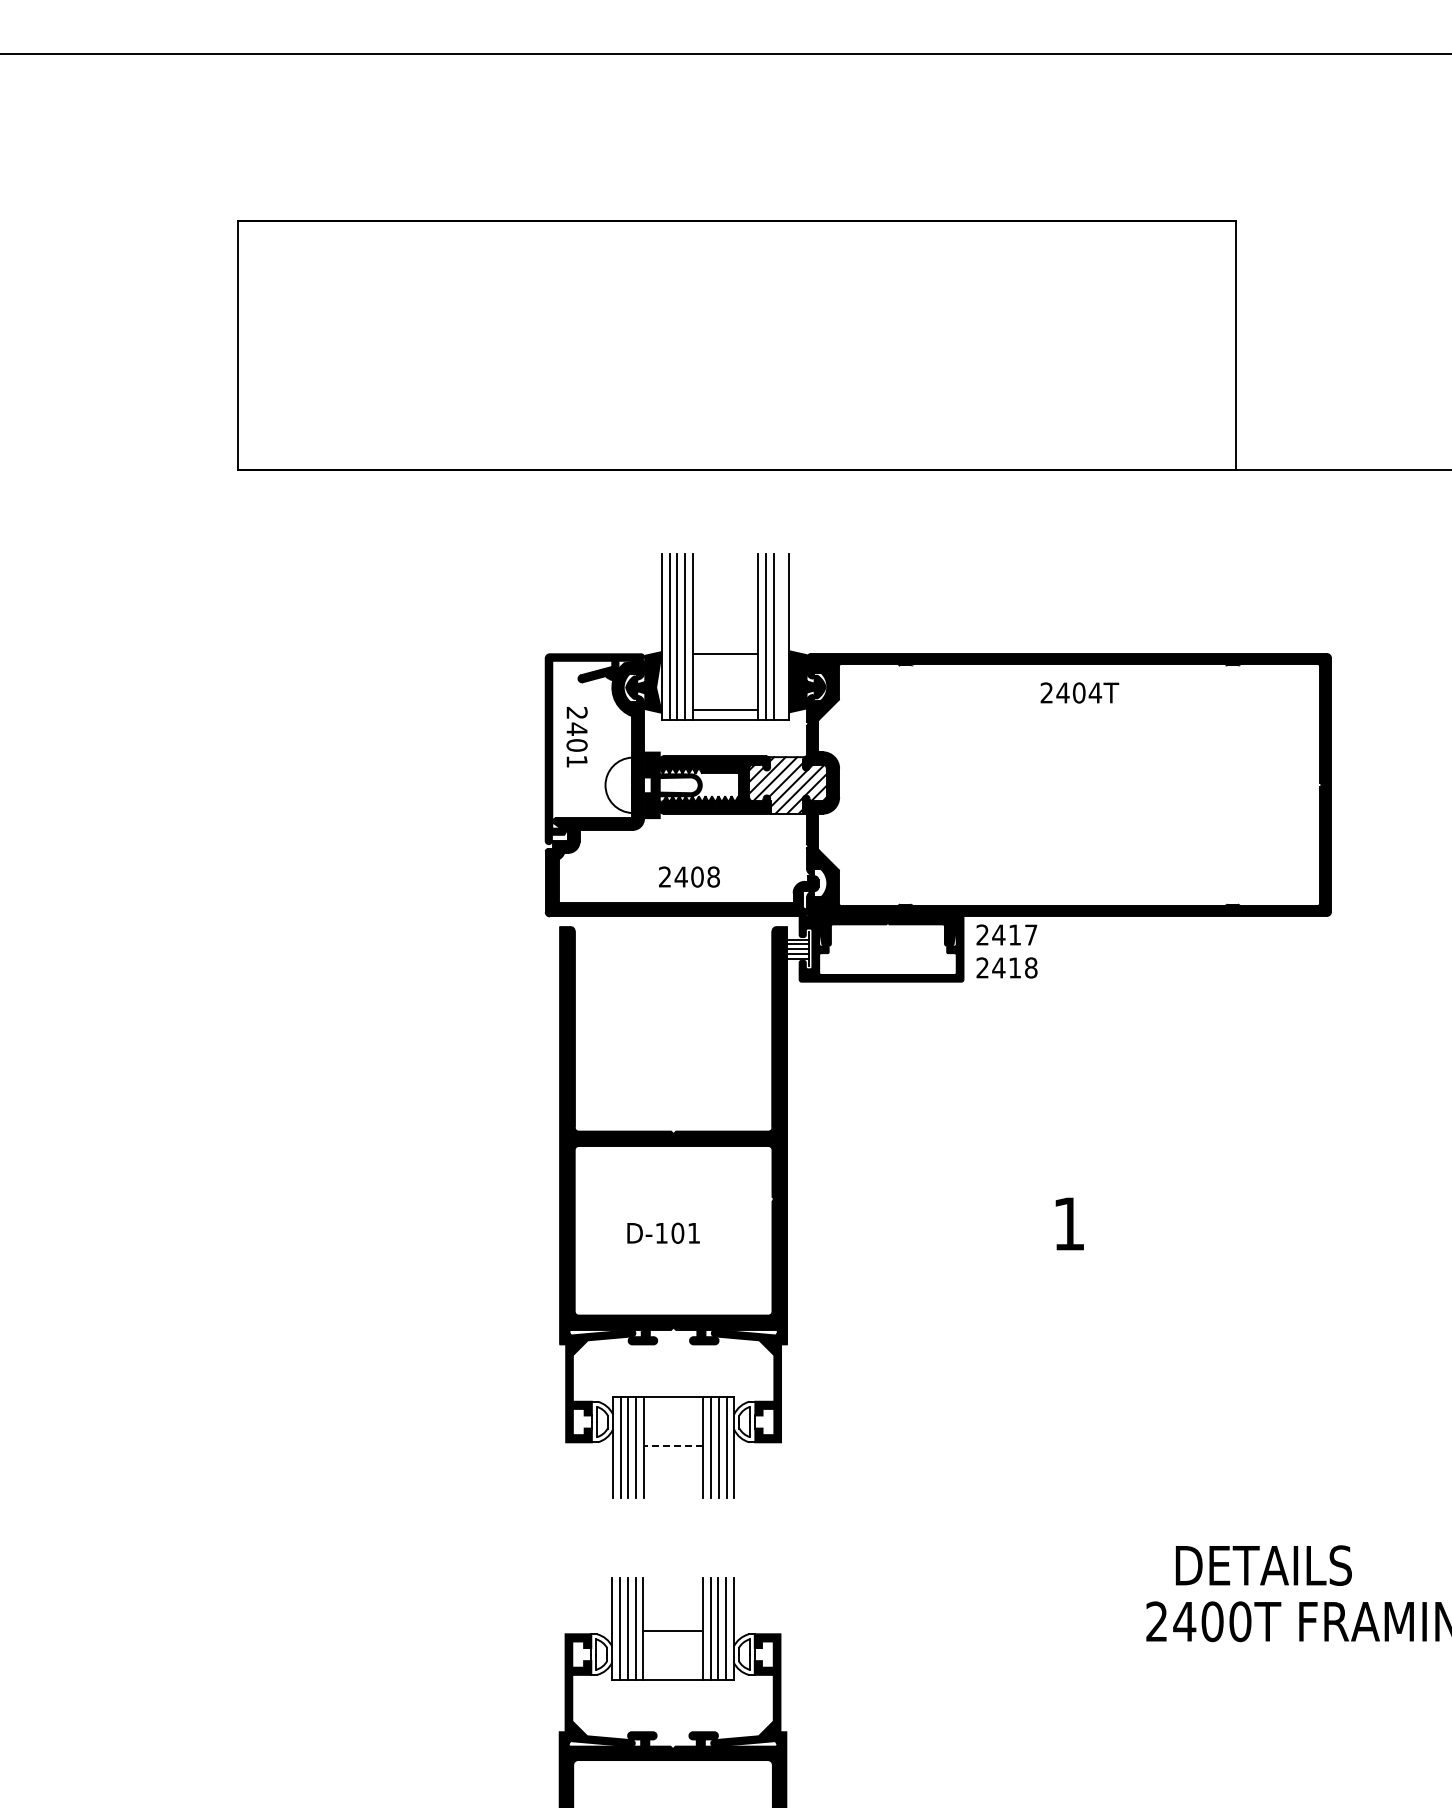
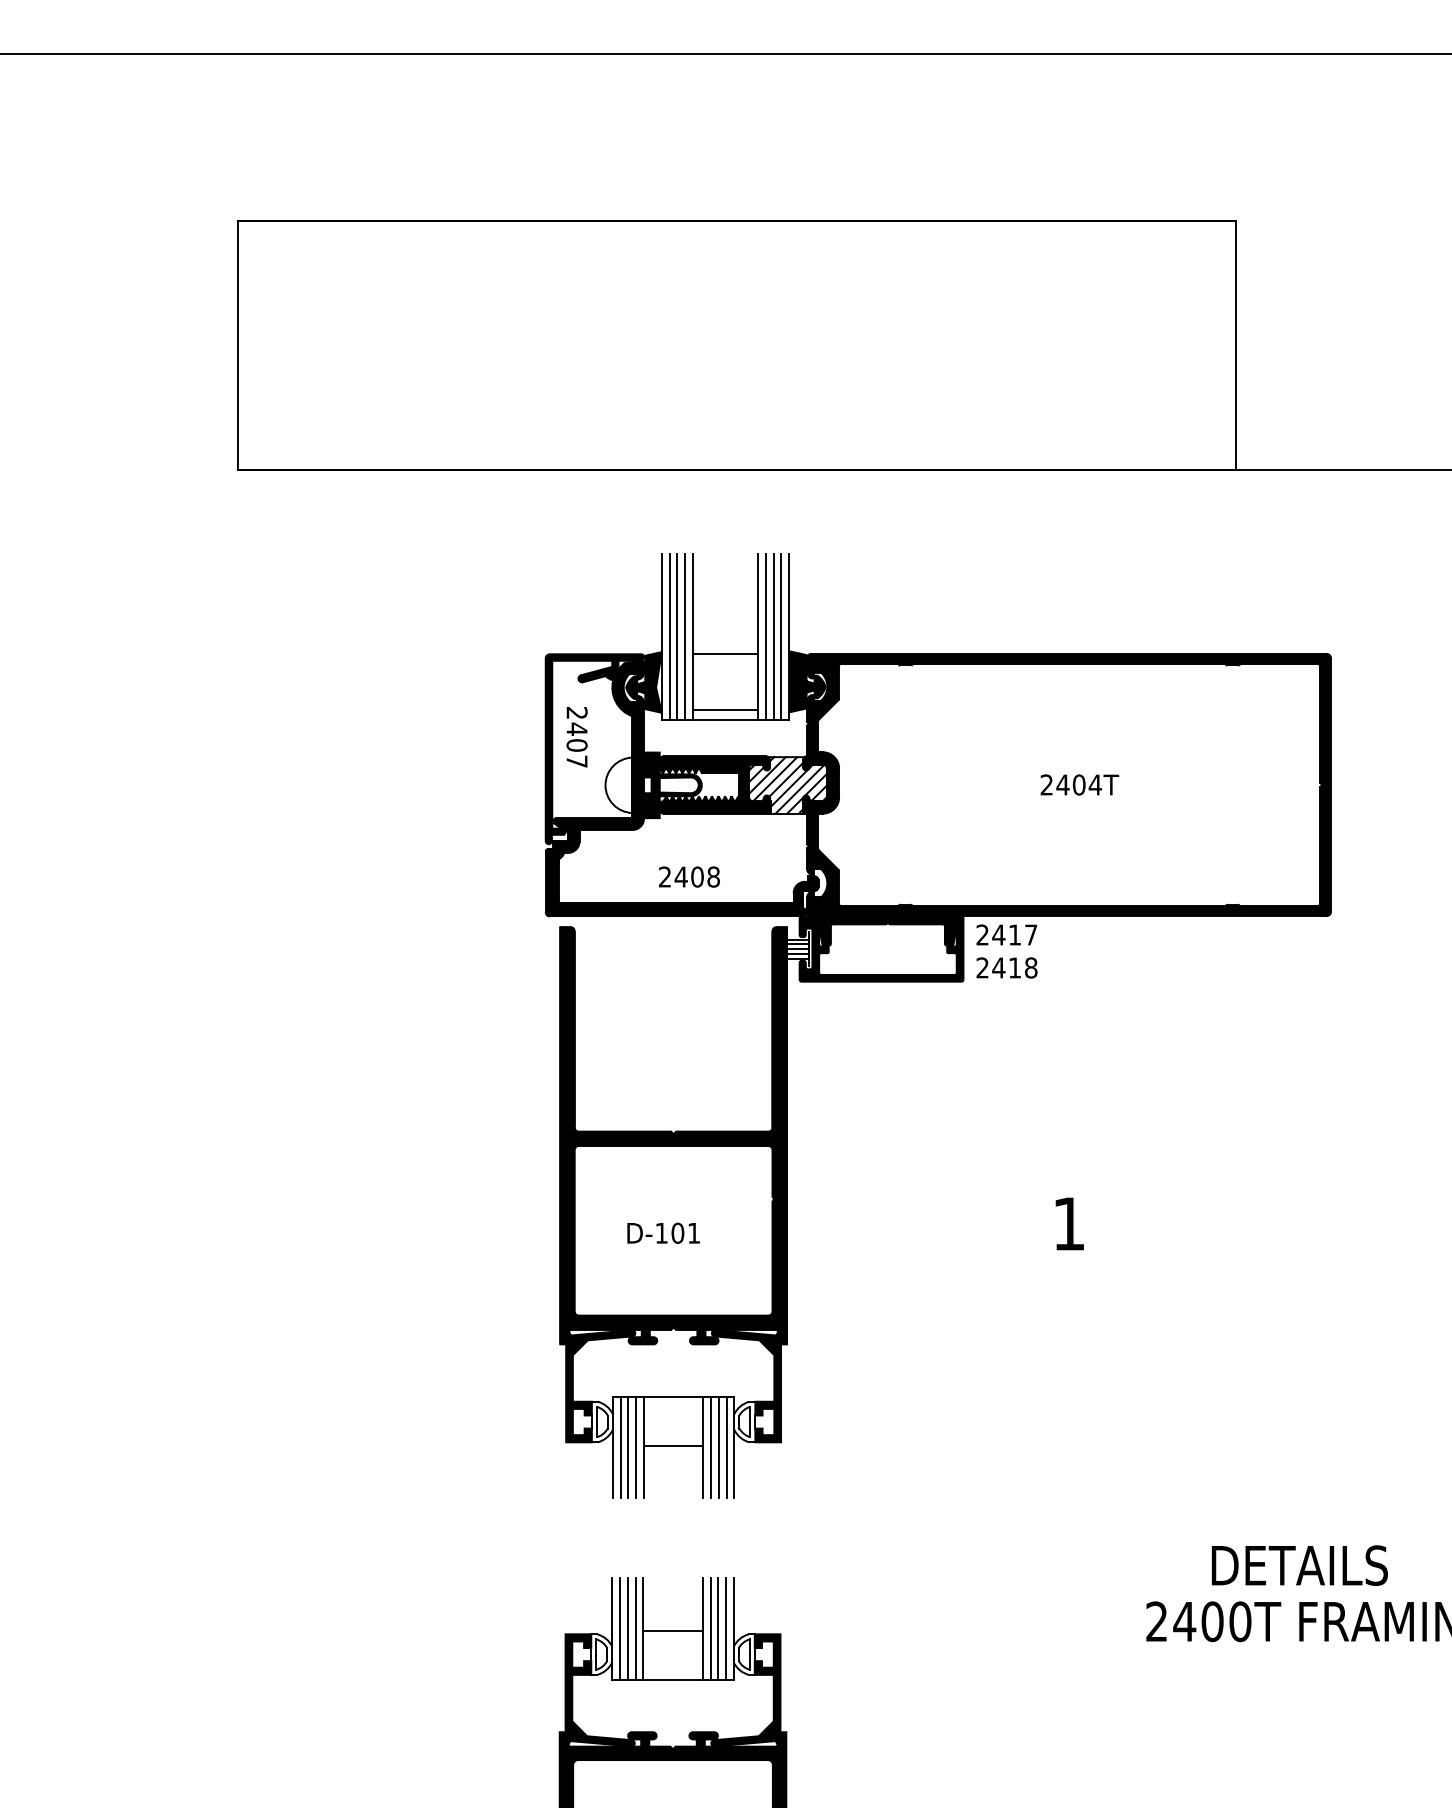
line at (781, 636): none -> present
text at (1079, 692) position: (1079, 692) -> (1079, 784)
text at (576, 761): 2401 -> 2407
line at (673, 1446): dashed -> solid
text at (1263, 1565) position: (1263, 1565) -> (1299, 1565)
